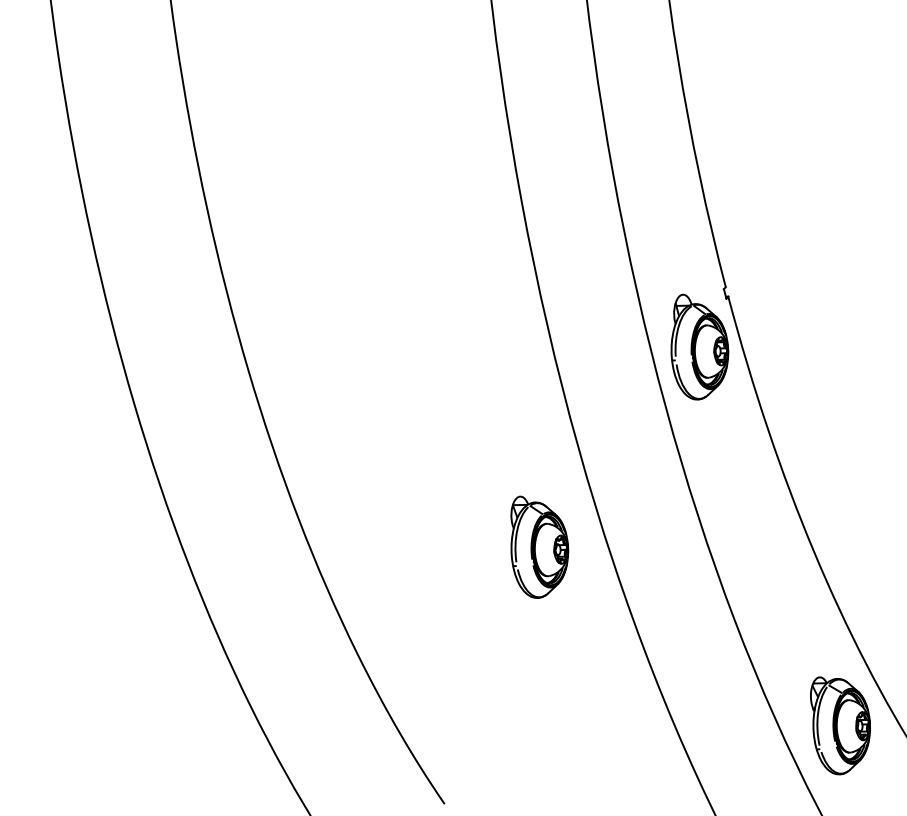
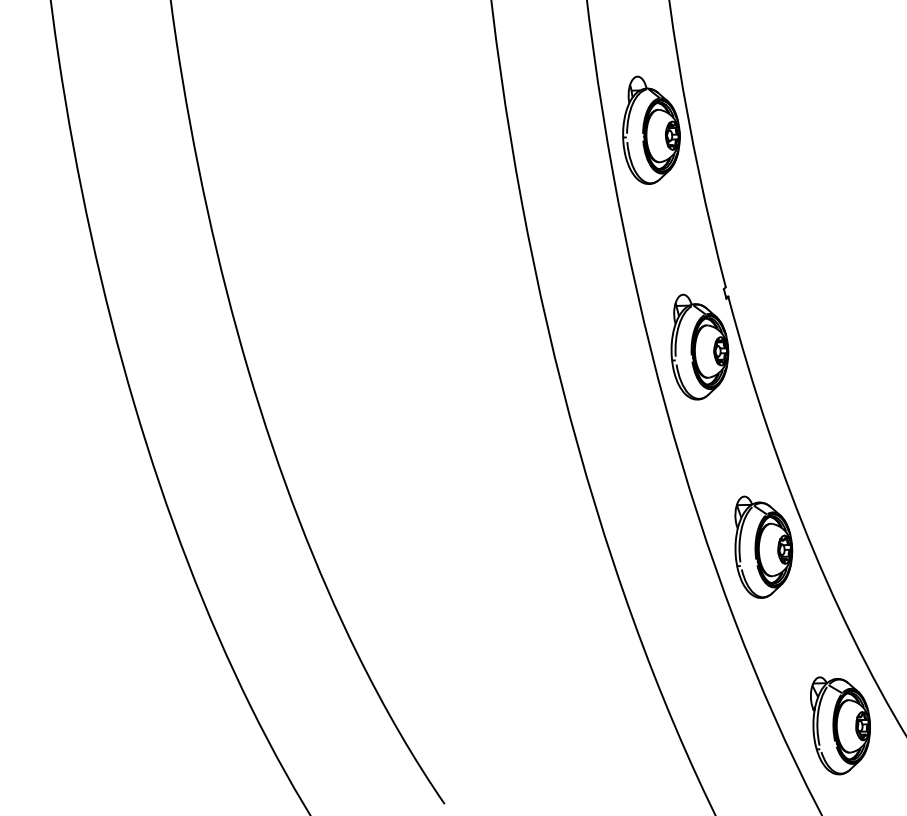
part at (651, 129): none -> present
part at (539, 546) position: (539, 546) -> (763, 546)
